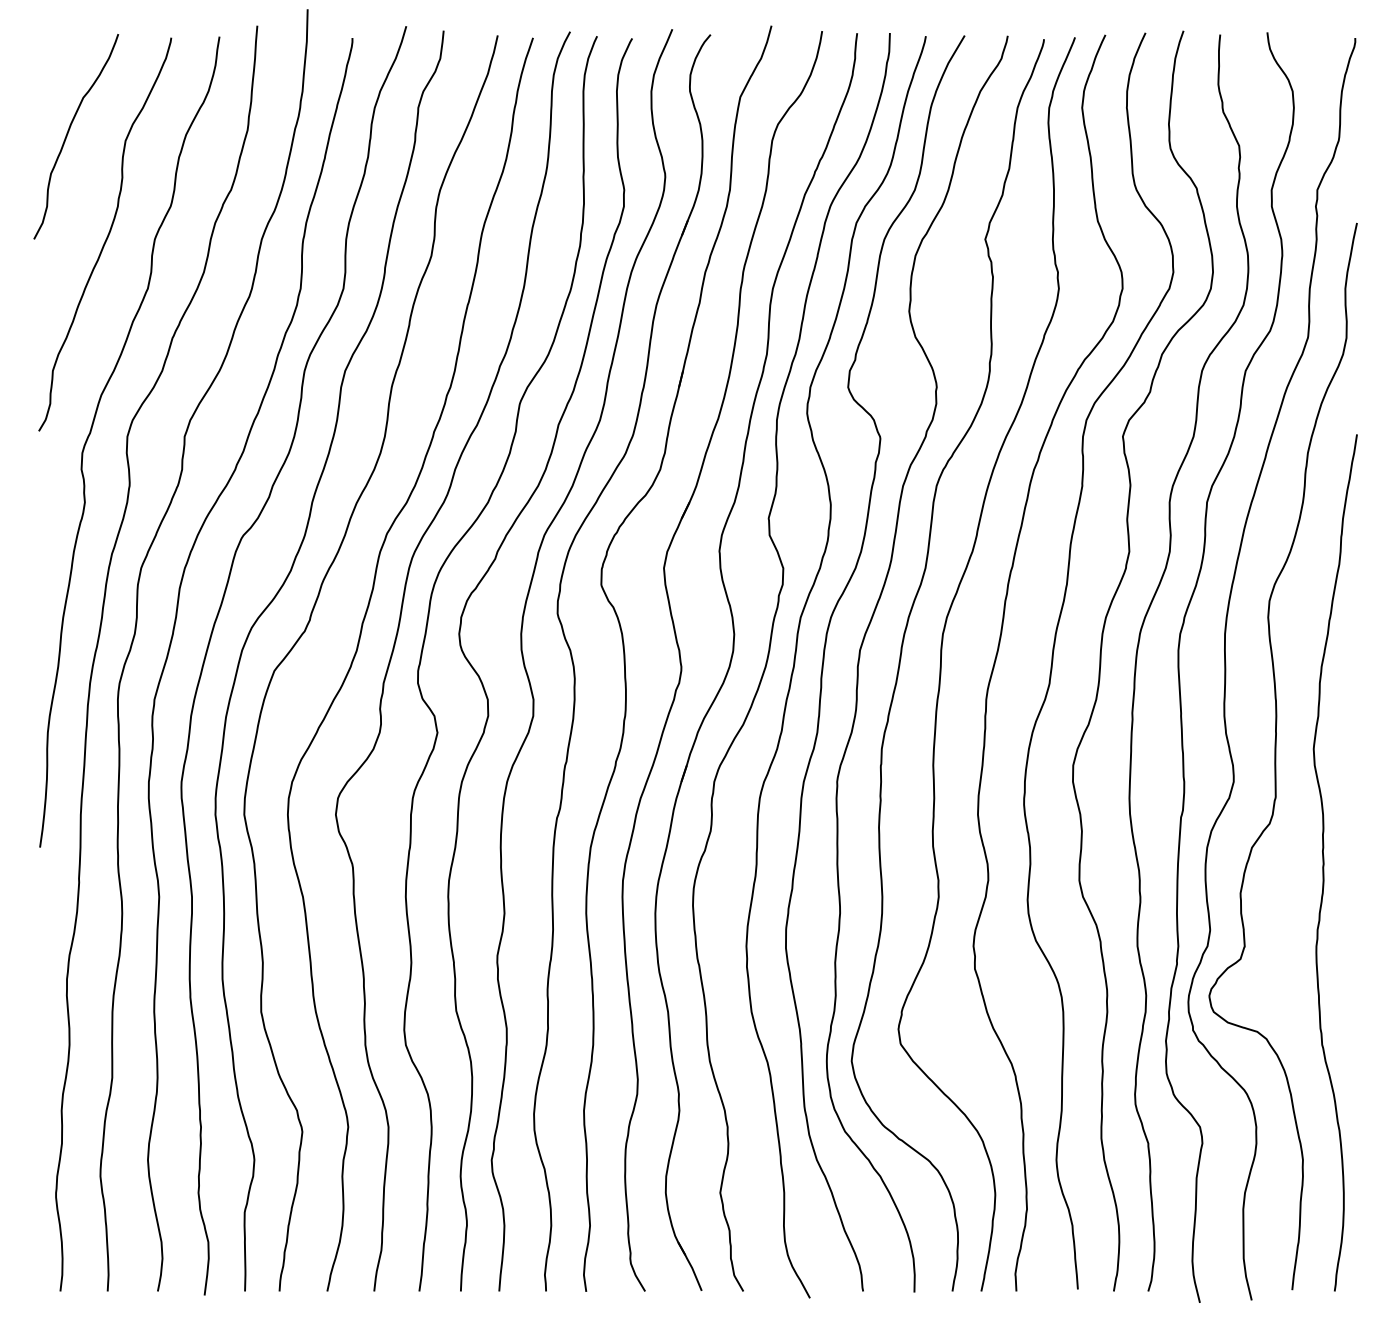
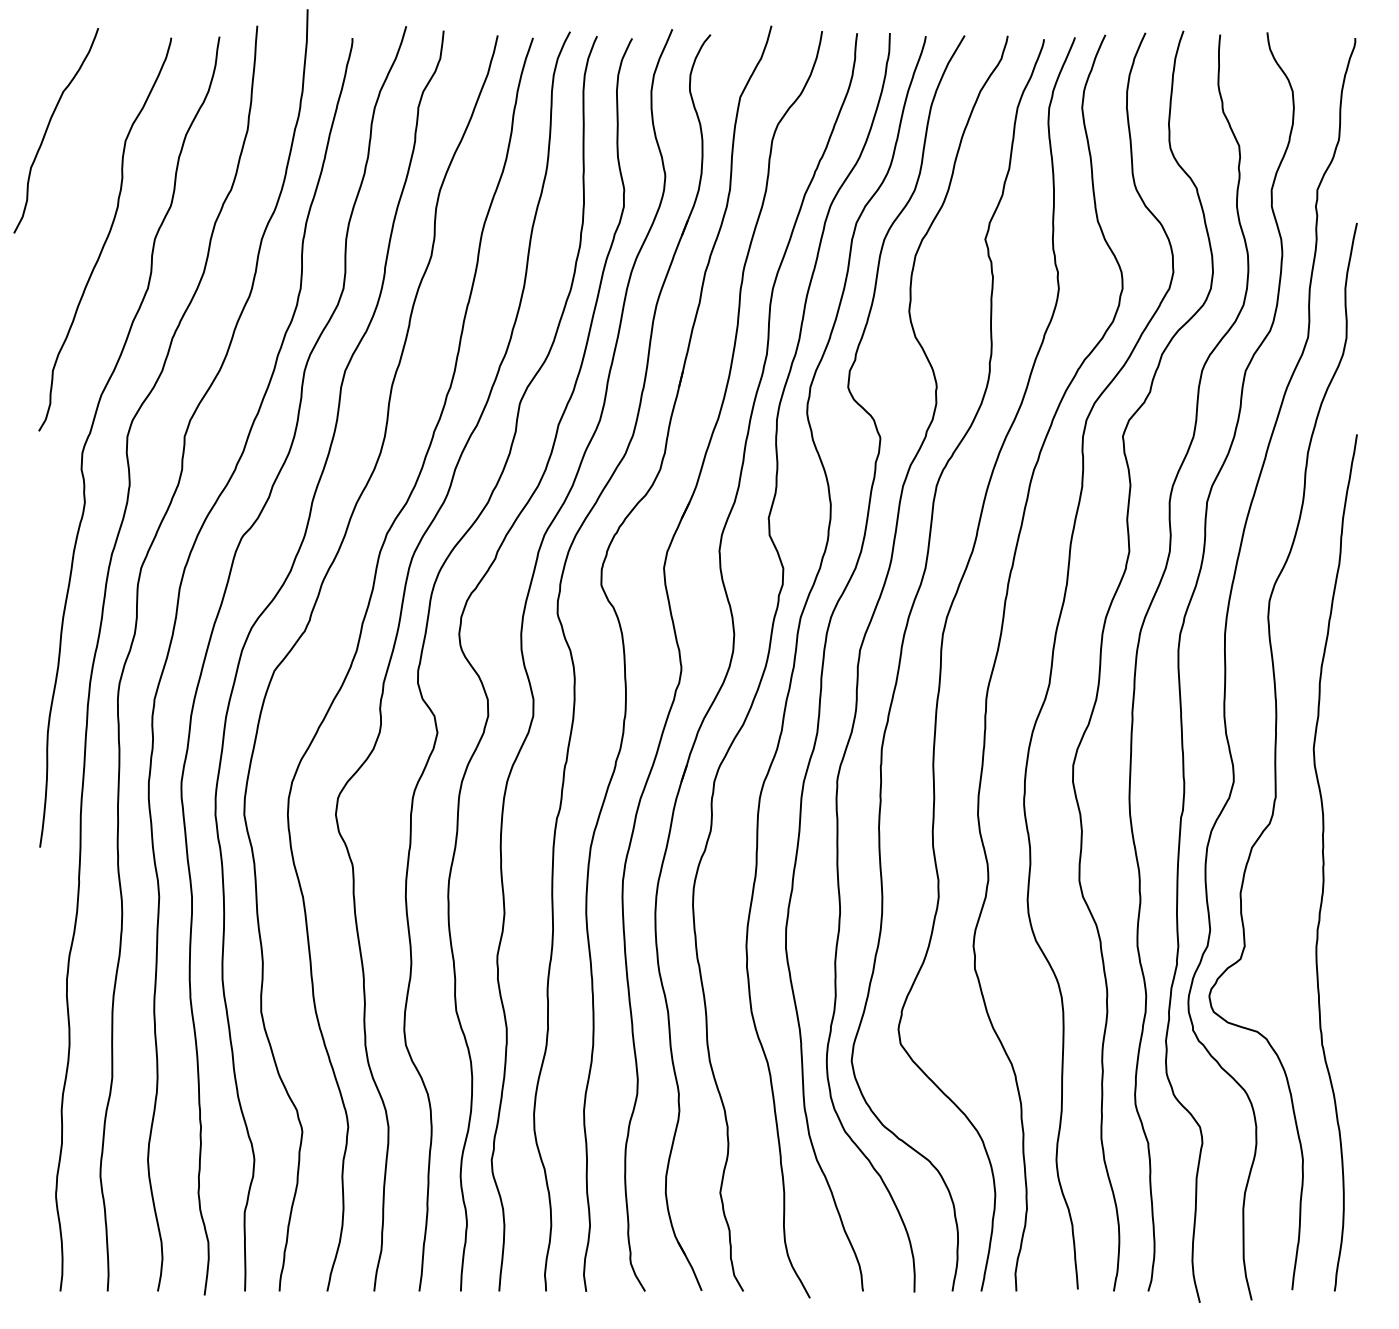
curve at (68, 134) position: (68, 134) -> (48, 128)
